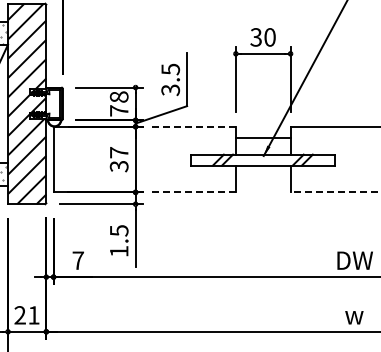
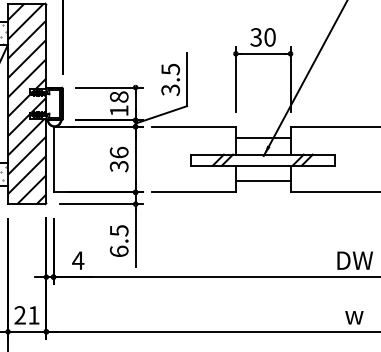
text at (119, 110): 78 -> 18
line at (193, 126): dashed -> solid
text at (118, 152): 37 -> 36
line at (262, 181): none -> present
line at (193, 192): dashed -> solid
line at (335, 192): dashed -> solid
text at (118, 250): 1.5 -> 6.5
text at (78, 260): 7 -> 4
